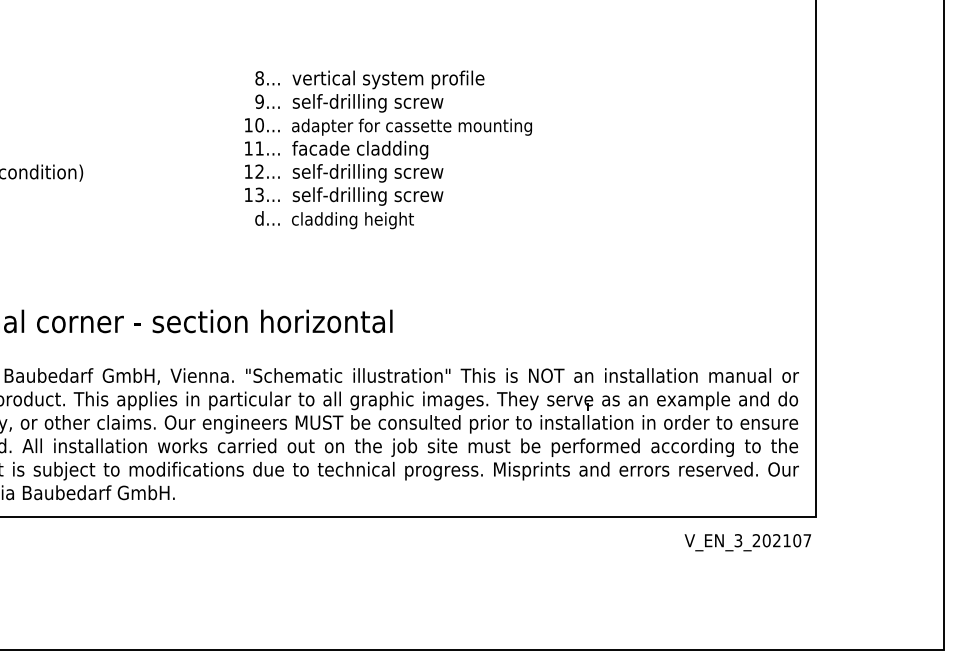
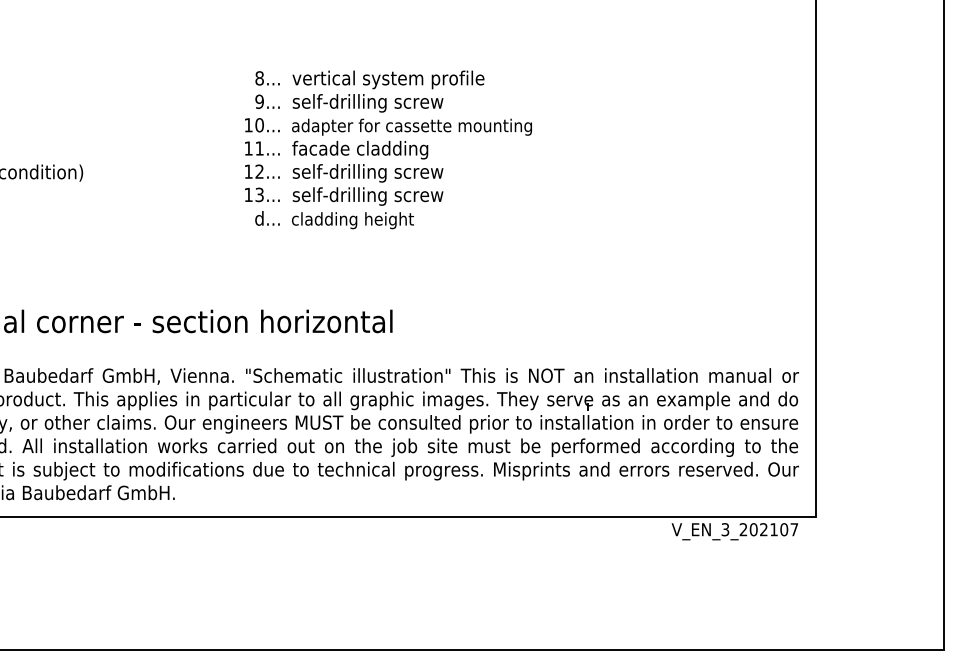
text at (747, 542) position: (747, 542) -> (734, 531)
